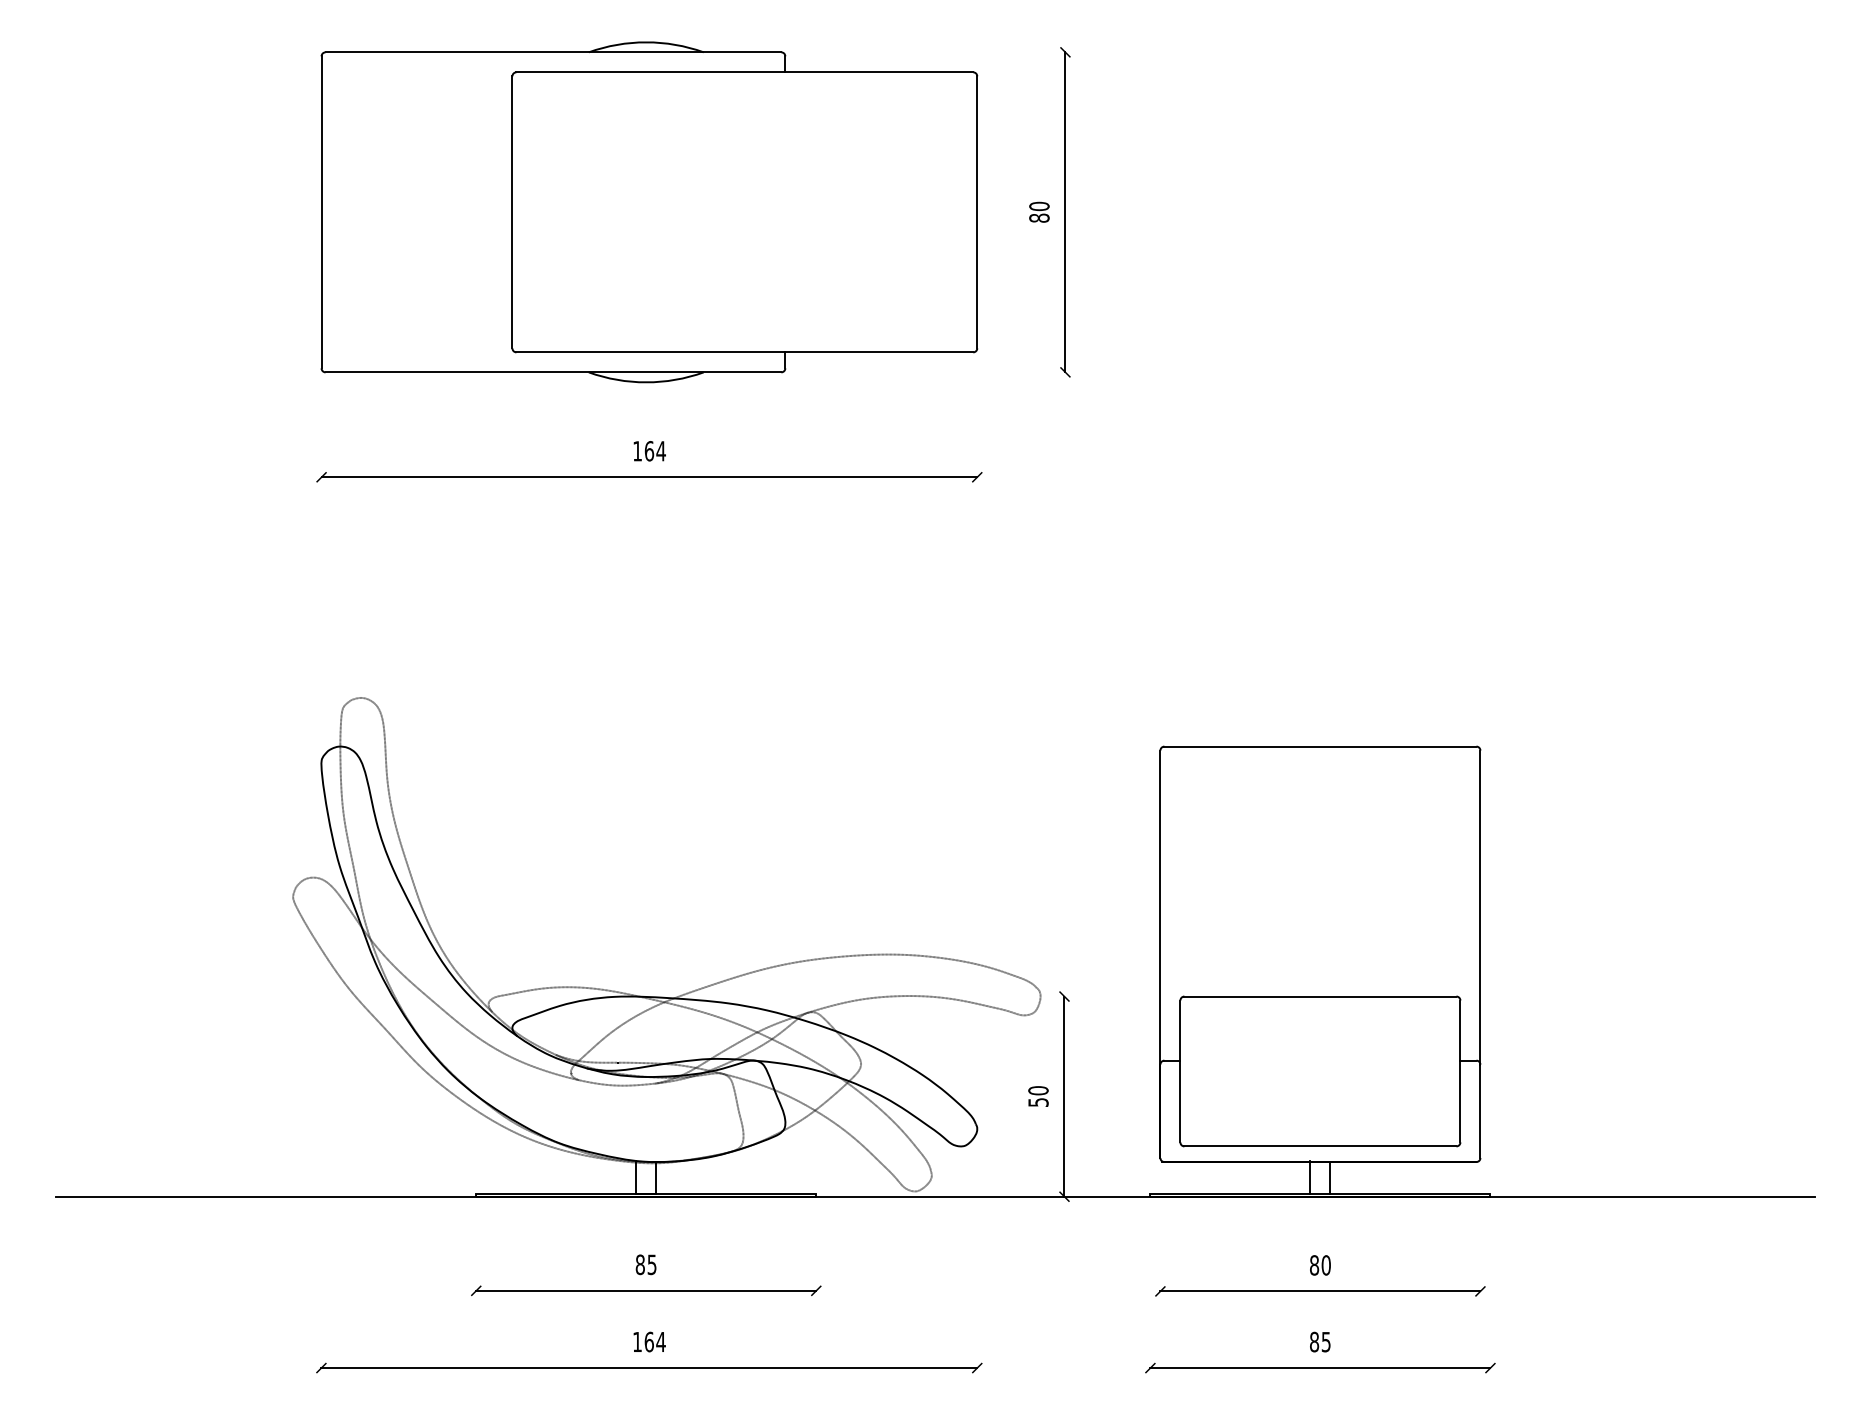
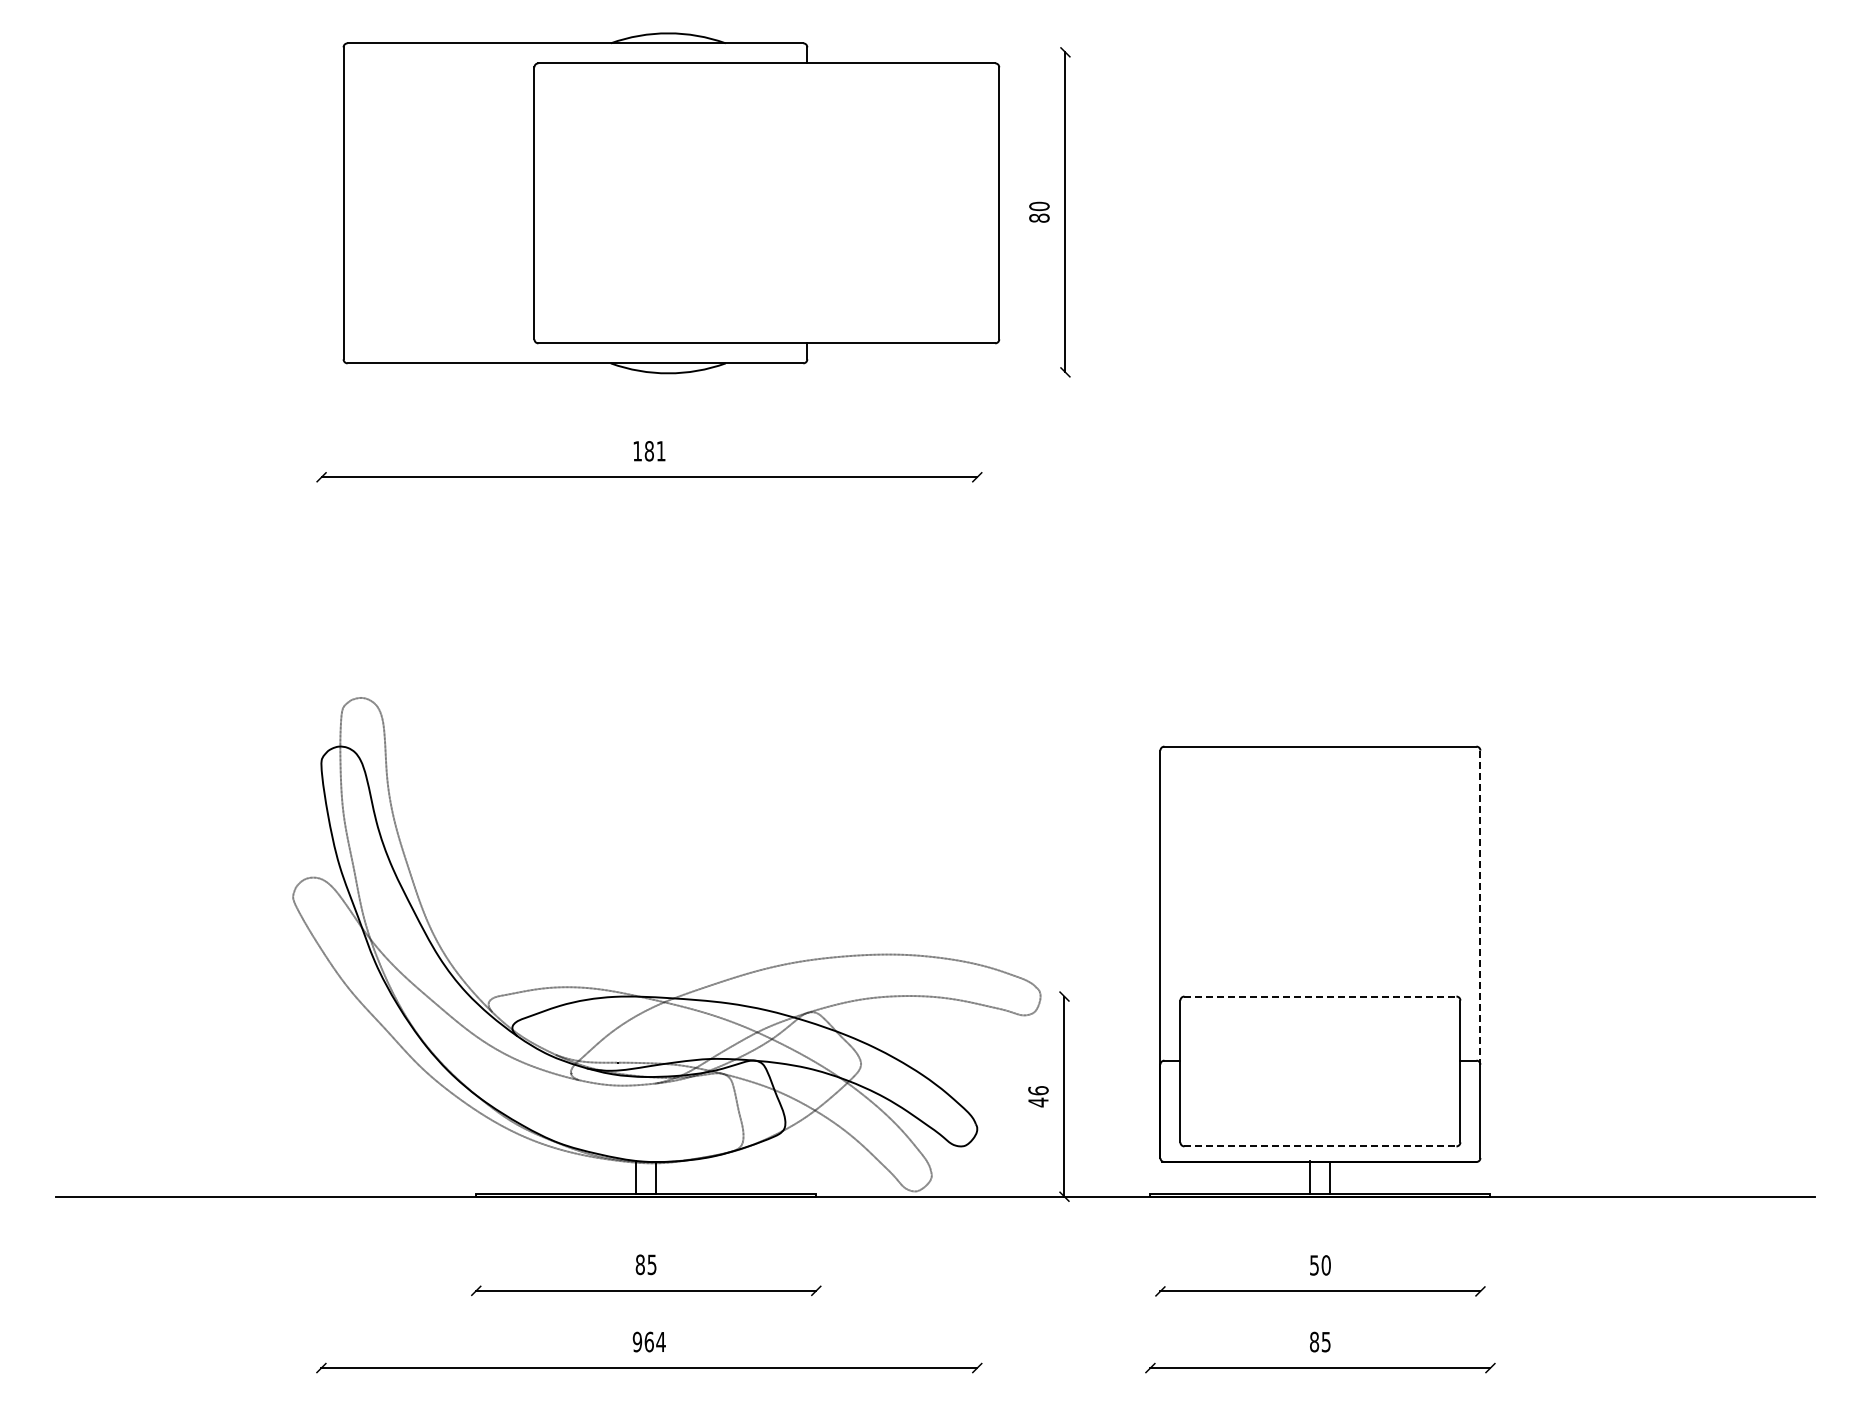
part at (649, 212) position: (649, 212) -> (671, 203)
text at (654, 451): 164 -> 181
line at (1480, 908): solid -> dashed
line at (1320, 996): solid -> dashed
text at (1038, 1096): 50 -> 46
line at (1320, 1146): solid -> dashed
text at (1314, 1265): 80 -> 50
text at (637, 1341): 164 -> 964
